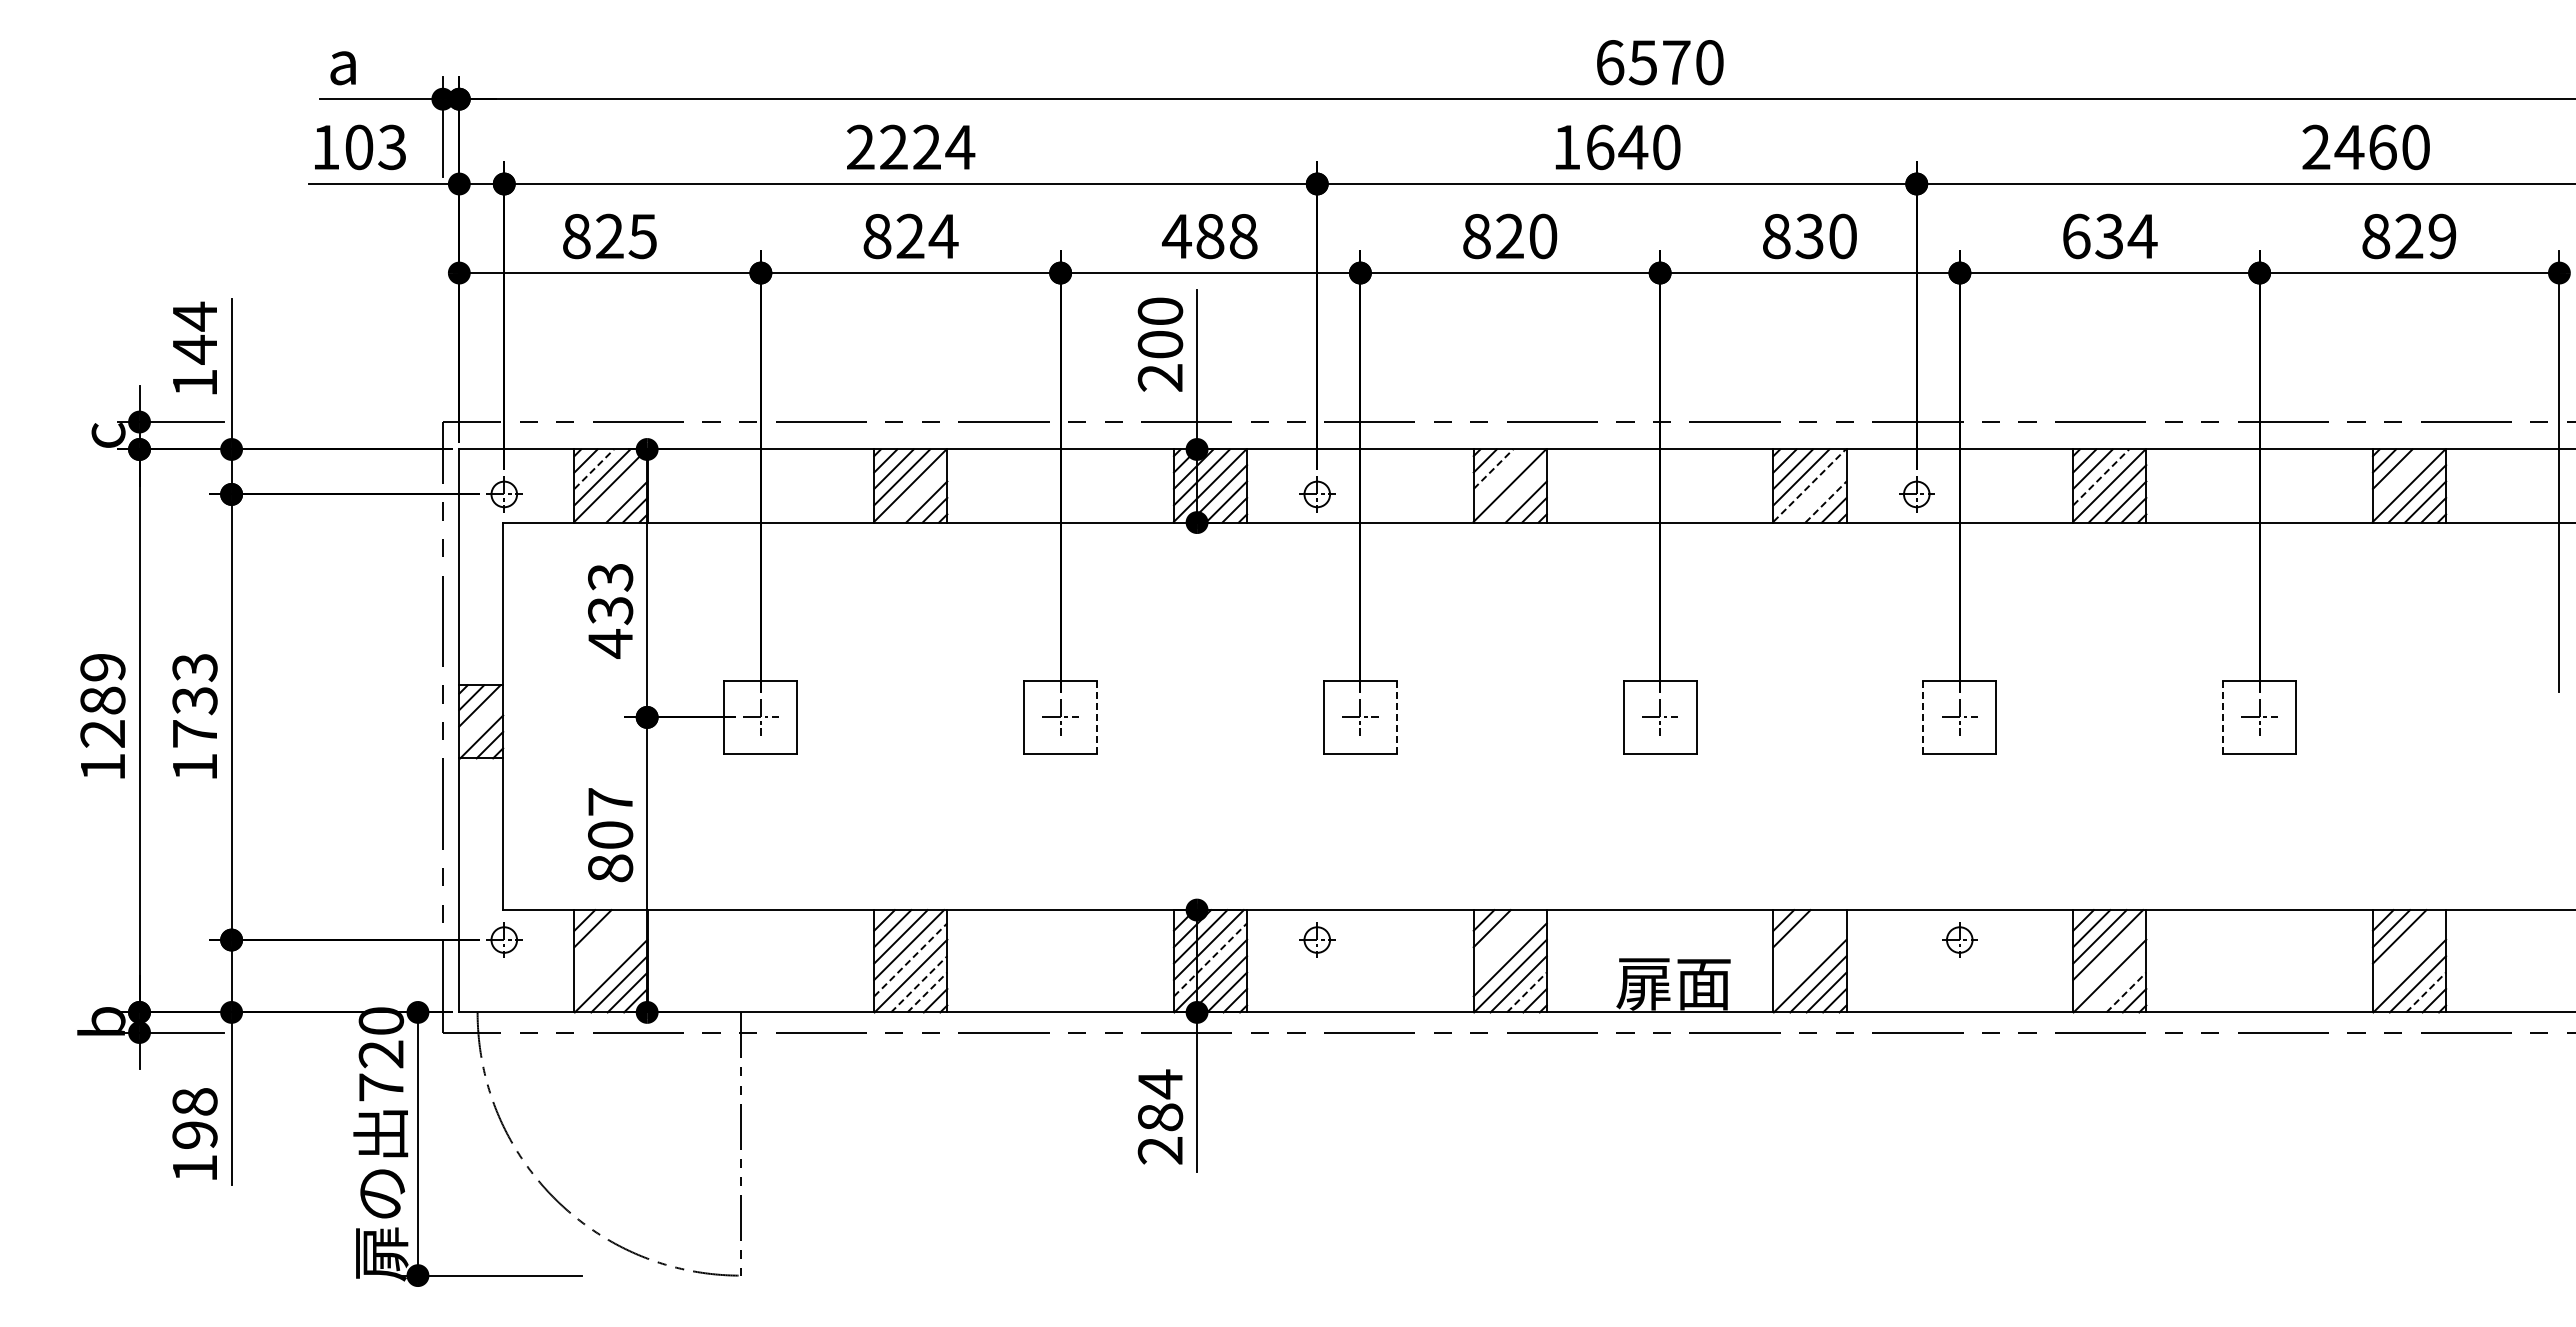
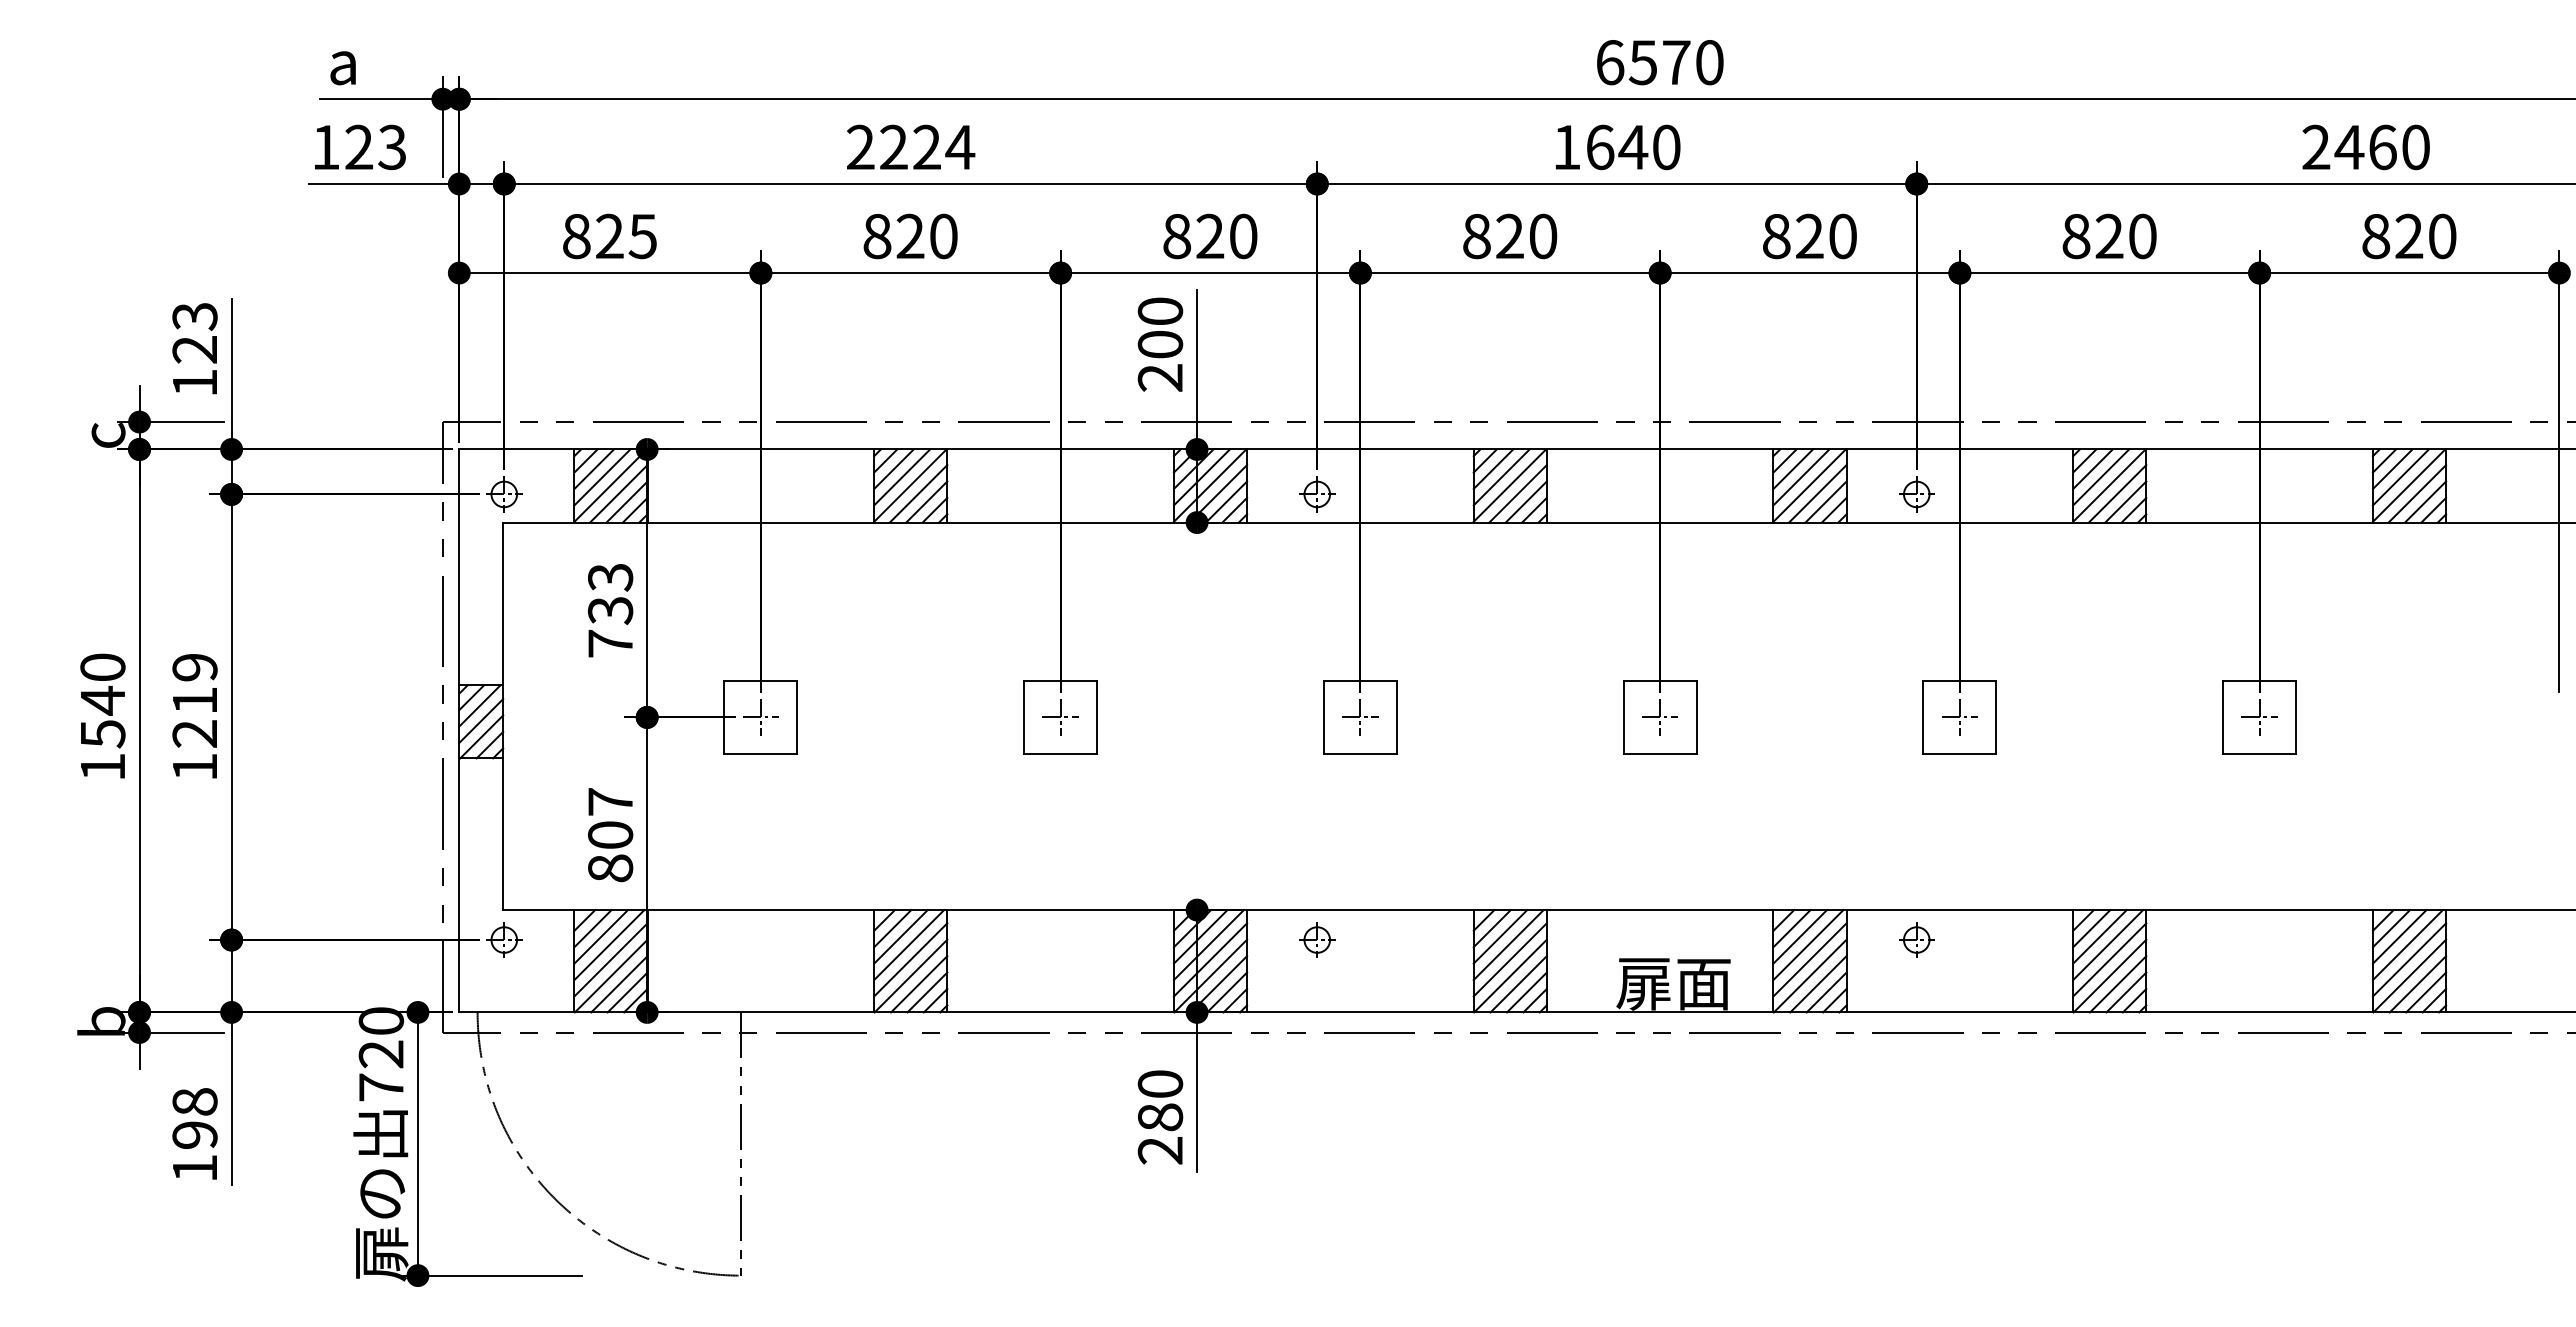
text at (359, 147): 103 -> 123
text at (943, 236): 824 -> 820
text at (1209, 236): 488 -> 820
text at (1809, 236): 830 -> 820
text at (2109, 236): 634 -> 820
text at (2442, 236): 829 -> 820
text at (194, 332): 144 -> 123
line at (594, 469): dashed -> solid
line at (1493, 469): dashed -> solid
line at (1501, 477): none -> present
line at (2101, 477): dashed -> solid
line at (2400, 477): none -> present
line at (1809, 485): dashed -> solid
line at (618, 493): none -> present
line at (918, 493): none -> present
line at (1517, 493): none -> present
line at (1817, 493): none -> present
line at (1826, 501): dashed -> solid
text at (610, 643): 433 -> 733
text at (102, 700): 1289 -> 1540
text at (194, 700): 1733 -> 1219
line at (1097, 717): dashed -> solid
line at (1396, 717): dashed -> solid
line at (1923, 717): dashed -> solid
line at (2223, 717): dashed -> solid
line at (481, 720): none -> present
line at (600, 936): none -> present
line at (1500, 936): none -> present
line at (1800, 936): none -> present
part at (1959, 939) position: (1959, 939) -> (1916, 939)
line at (609, 945): none -> present
line at (1508, 945): none -> present
line at (1808, 945): none -> present
line at (2407, 945): none -> present
line at (610, 959): none -> present
line at (910, 959): dashed -> solid
line at (1210, 959): dashed -> solid
line at (1809, 959): none -> present
line at (2109, 959): none -> present
line at (2409, 959): none -> present
line at (919, 984): dashed -> solid
line at (2118, 984): none -> present
line at (927, 992): dashed -> solid
line at (1527, 992): dashed -> solid
line at (2126, 992): dashed -> solid
line at (2426, 992): dashed -> solid
text at (1160, 1084): 284 -> 280
